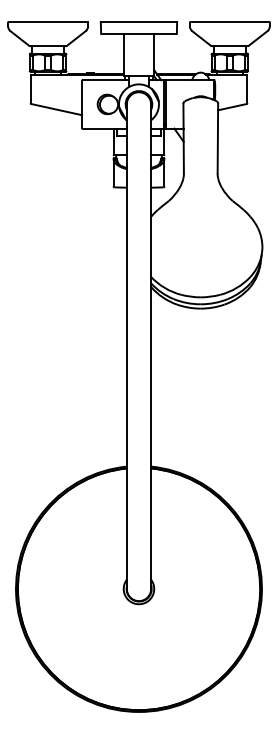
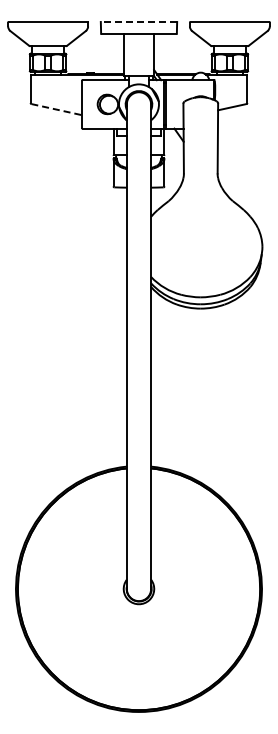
line at (138, 22): solid -> dashed
line at (56, 109): solid -> dashed
